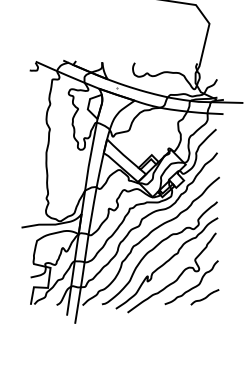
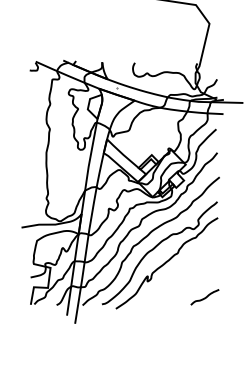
part at (177, 277): present -> none
